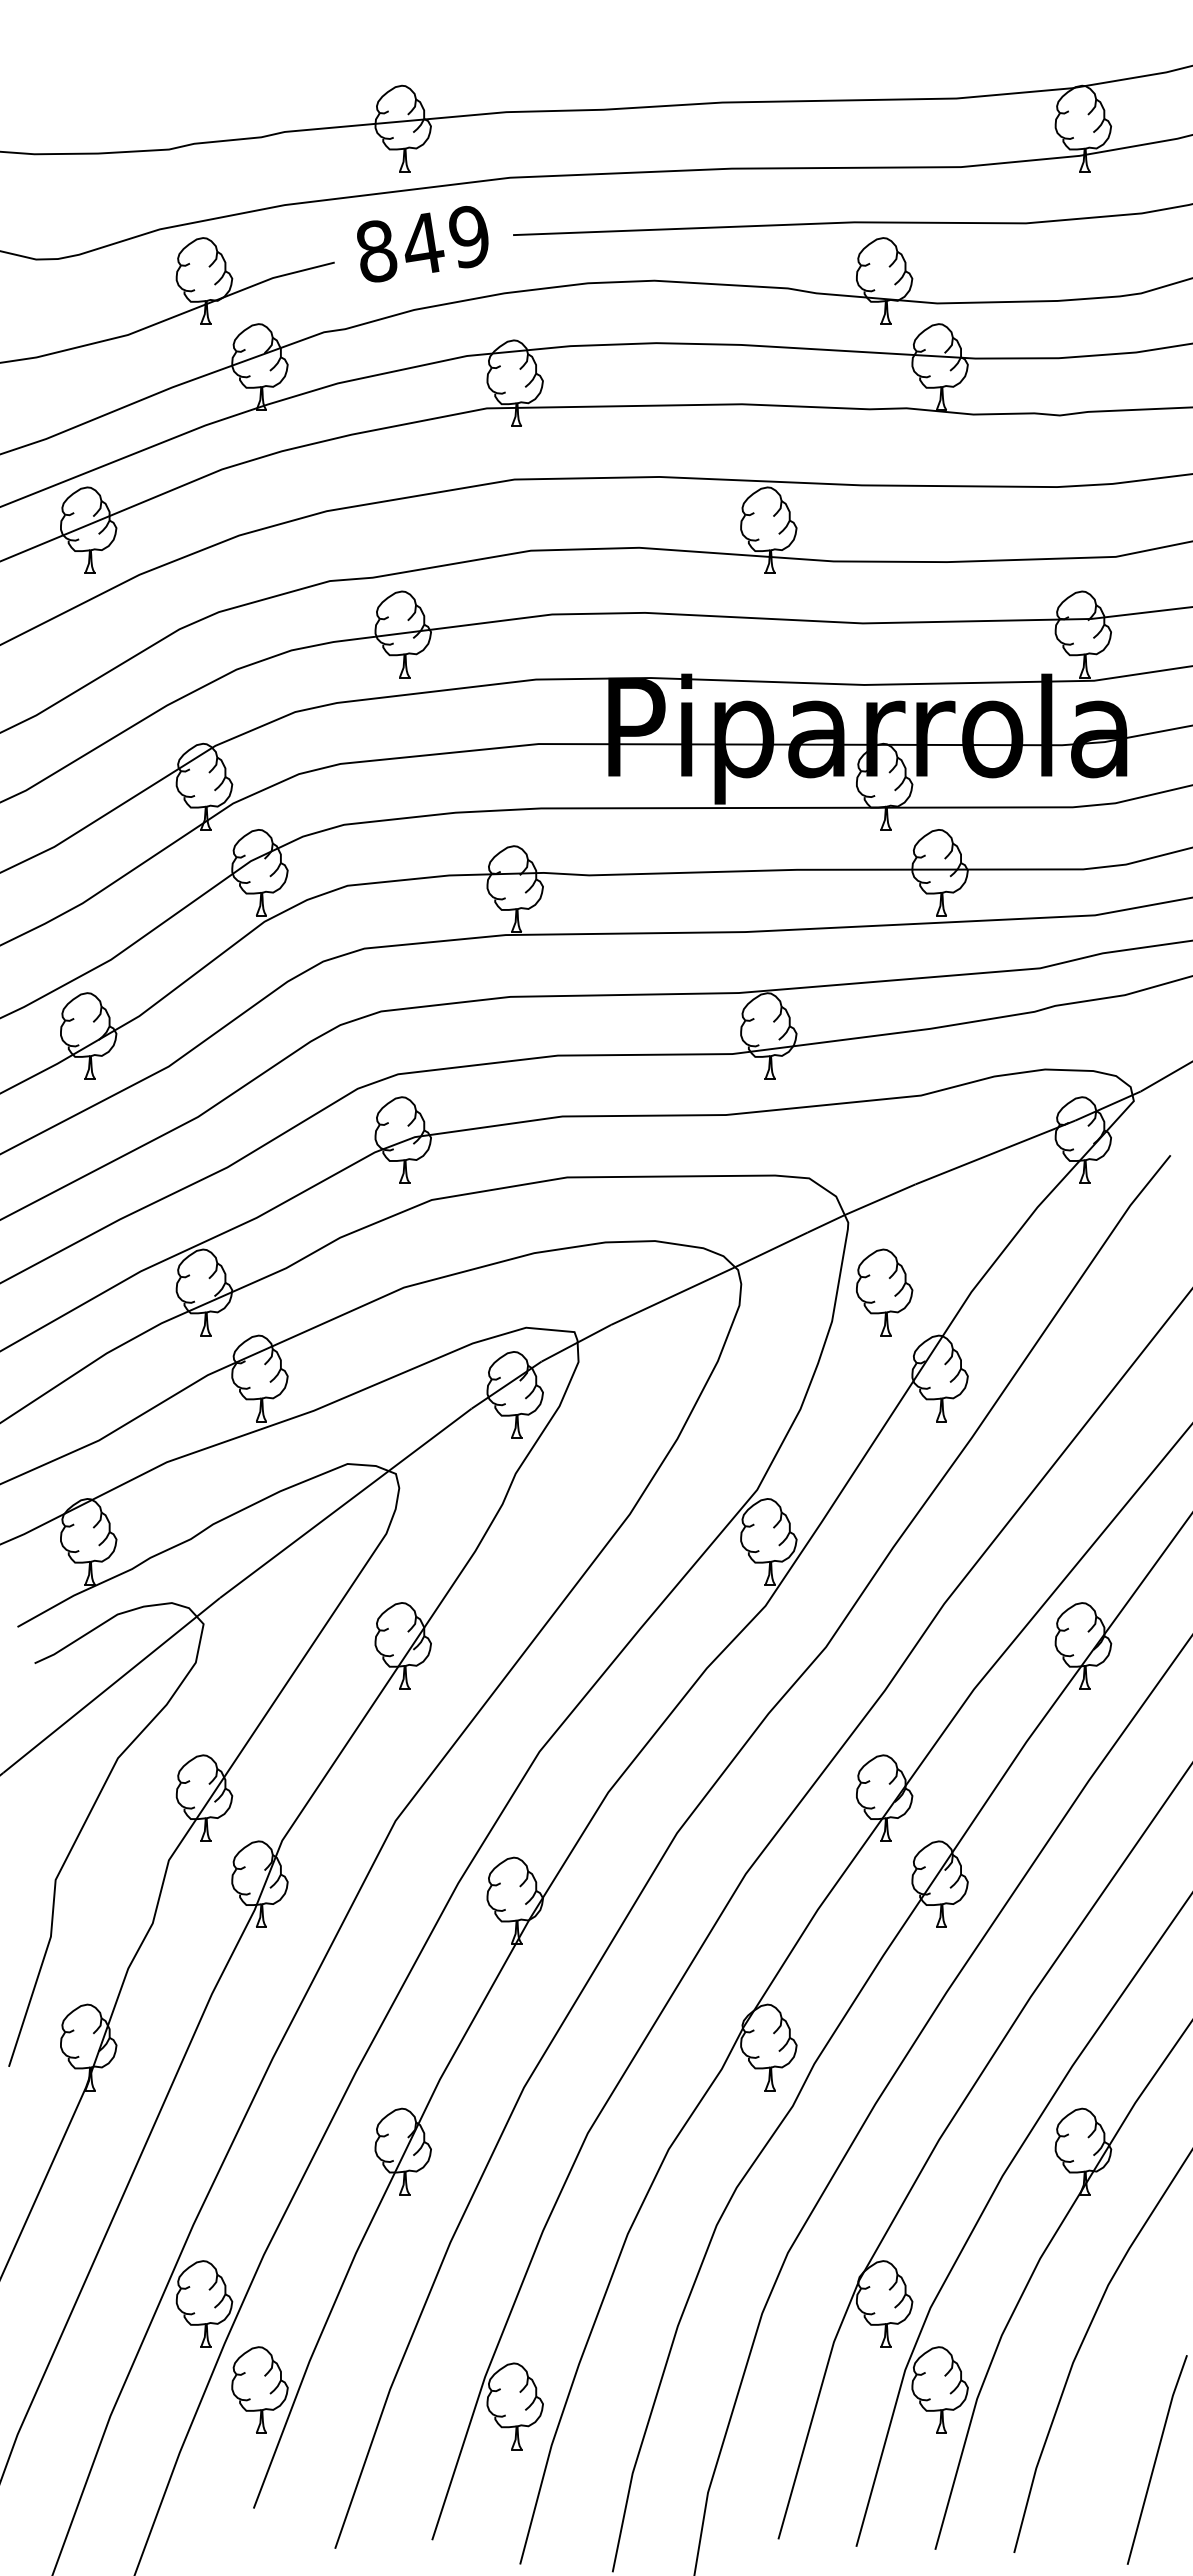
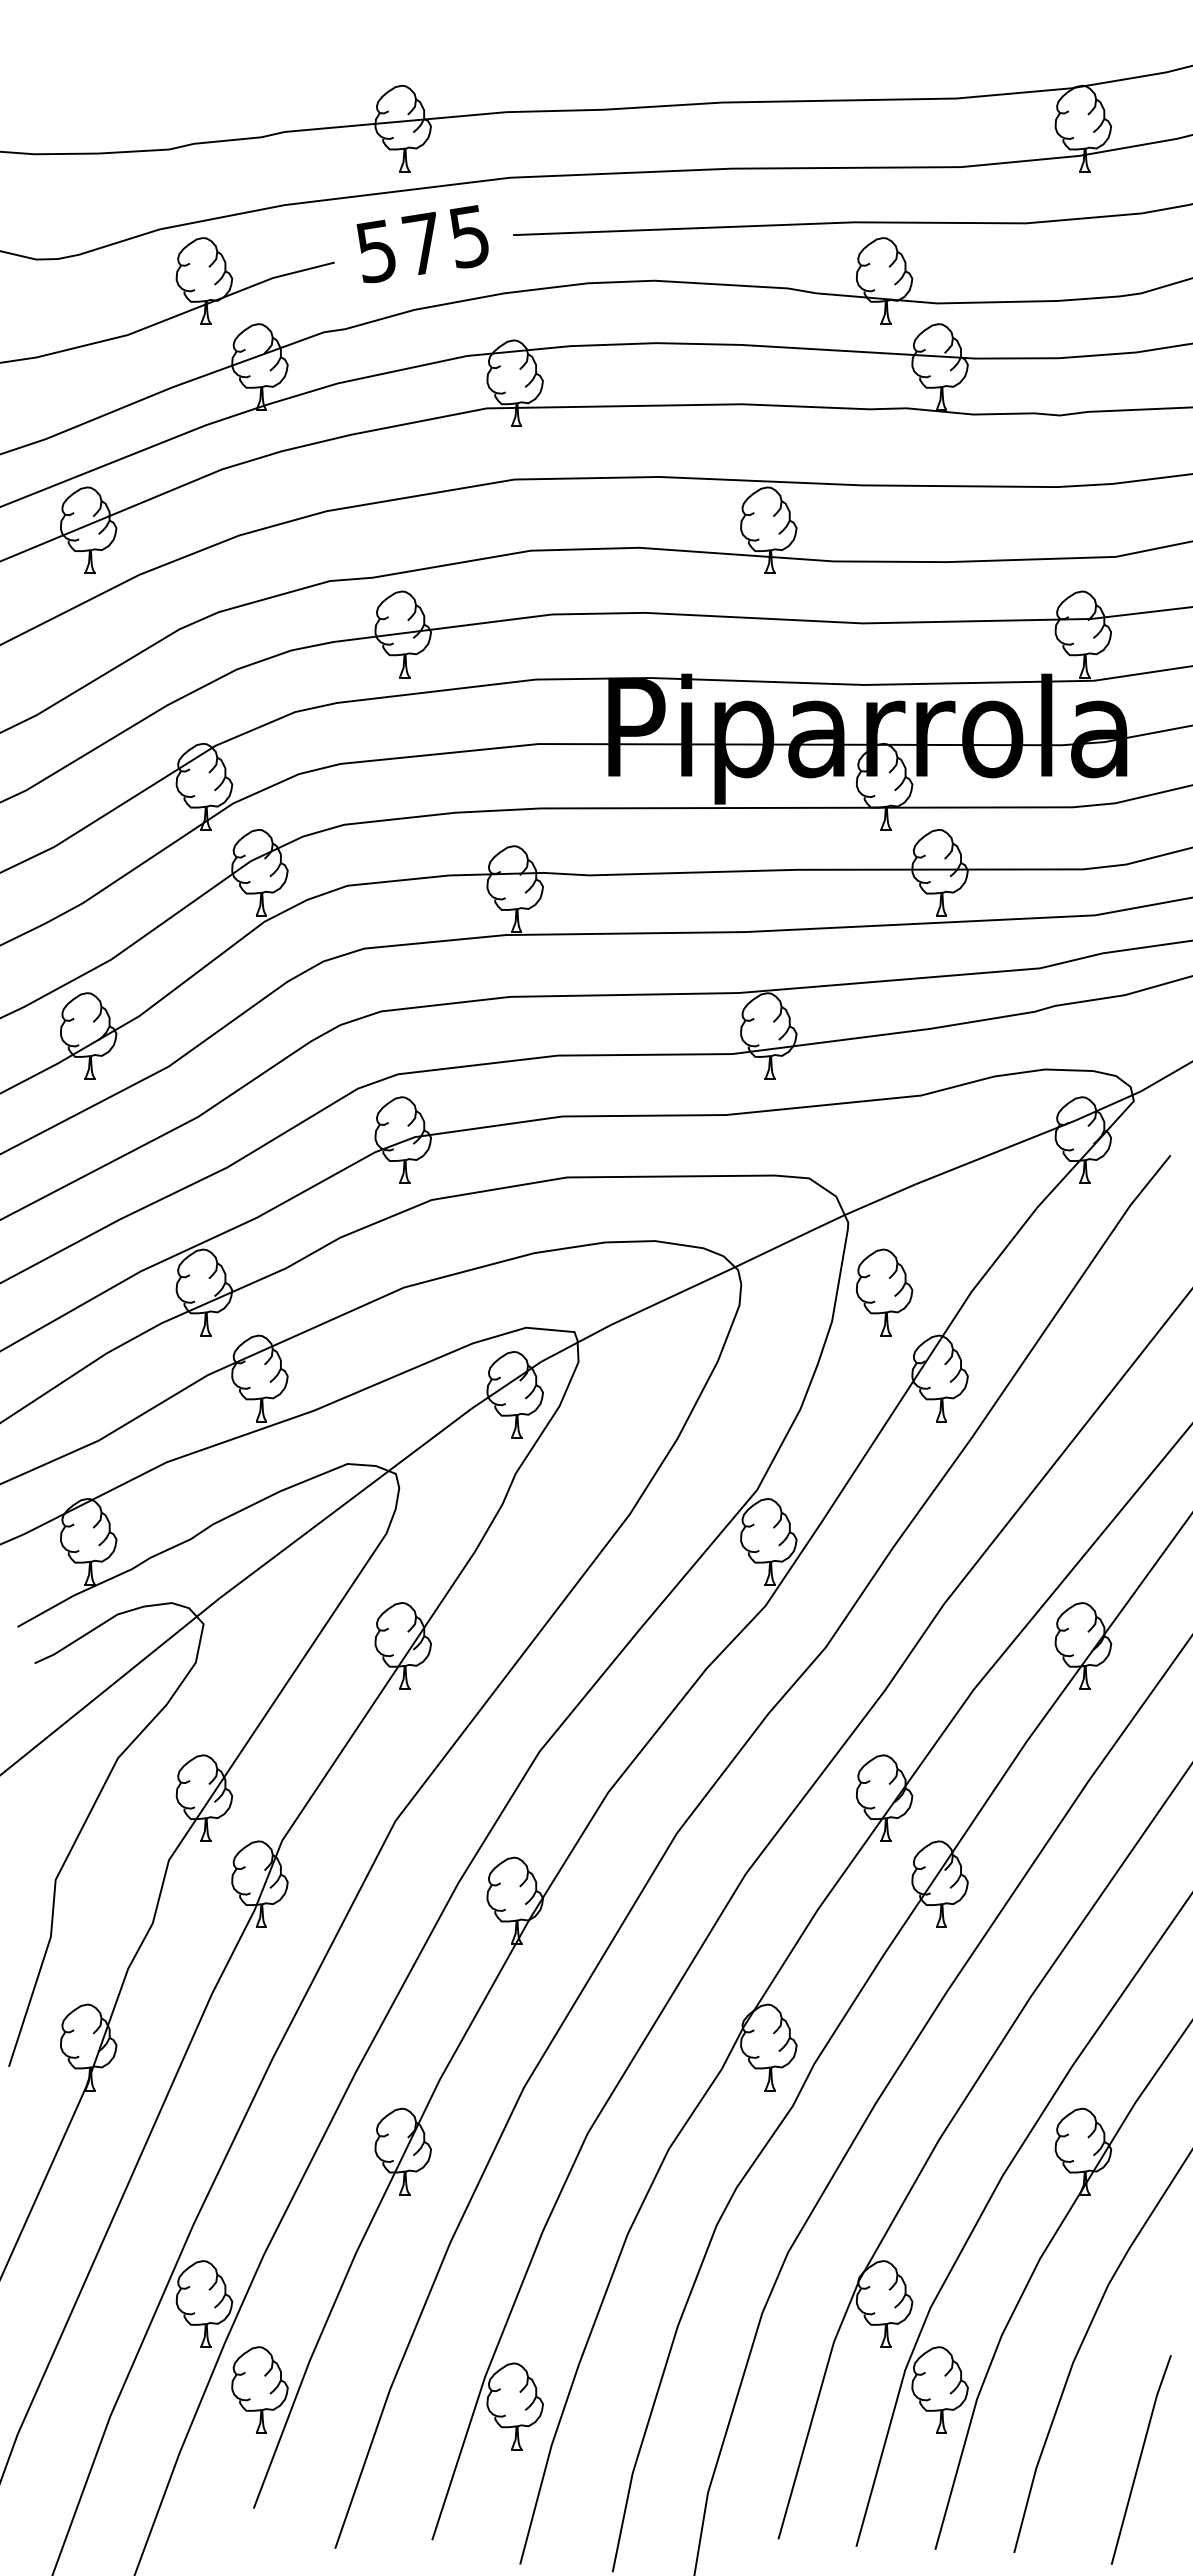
text at (422, 244): 849 -> 575
line at (1156, 2459) position: (1156, 2459) -> (1140, 2459)
